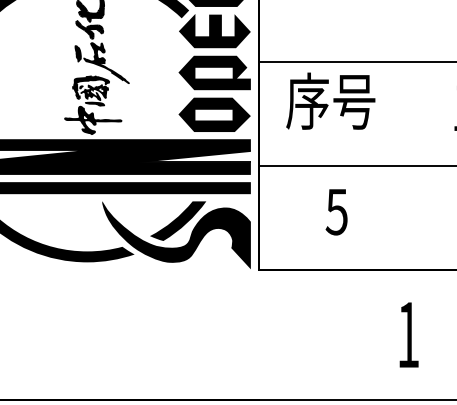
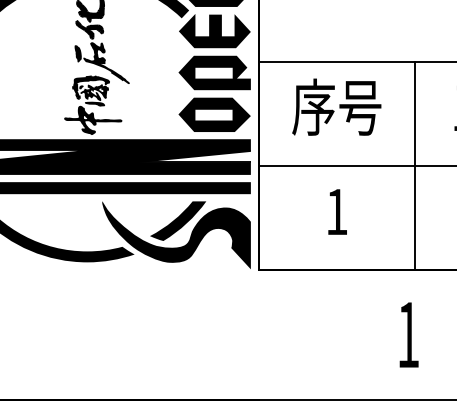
text at (330, 100) position: (330, 100) -> (336, 106)
line at (415, 165): none -> present
text at (336, 212): 5 -> 1
